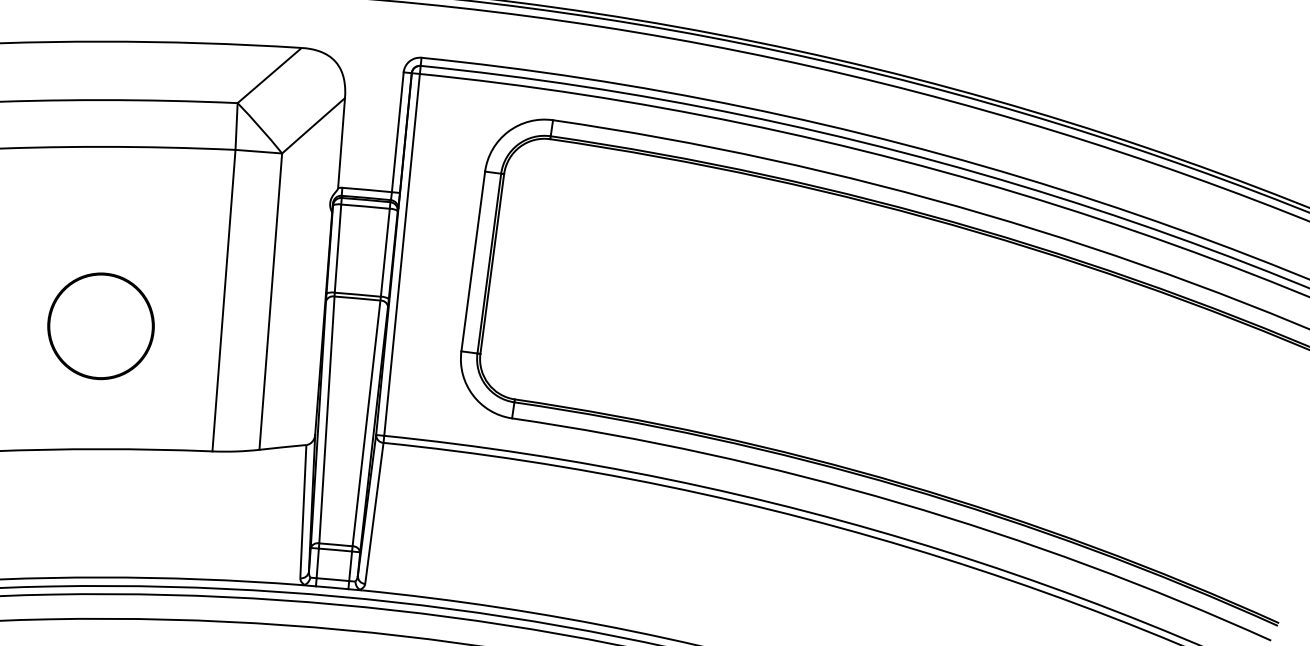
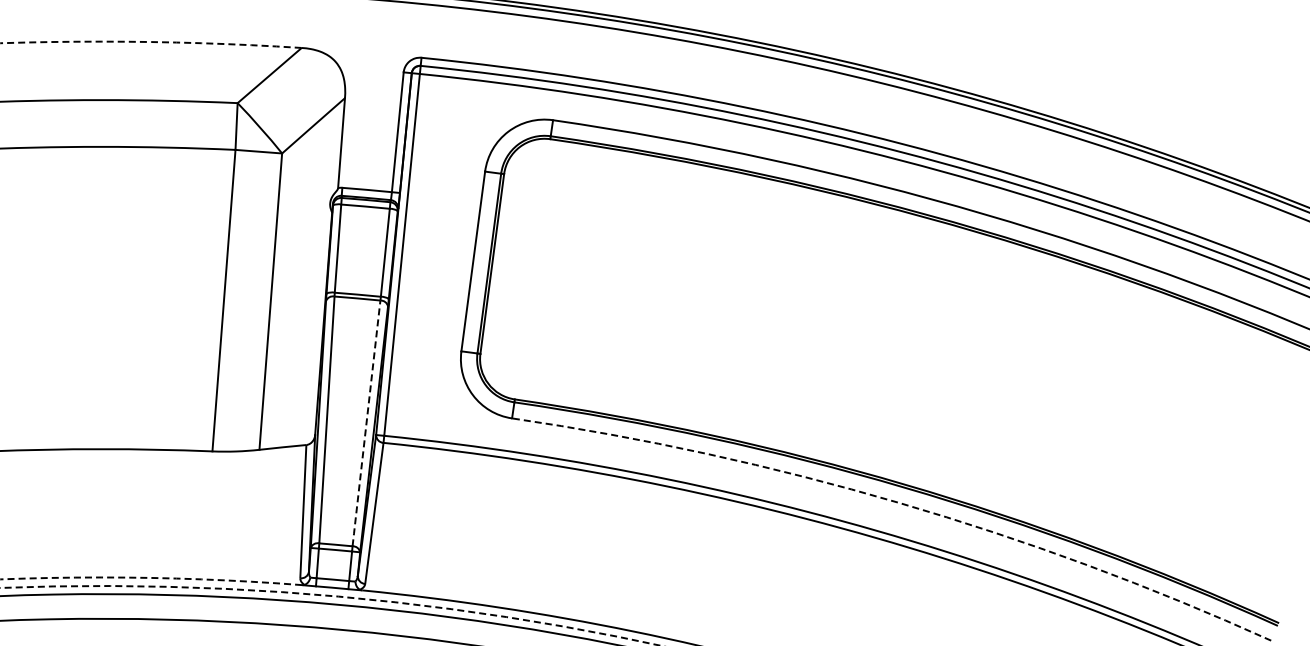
arc at (151, 42): solid -> dashed
part at (100, 326): present -> none
line at (366, 424): solid -> dashed
arc at (899, 502): solid -> dashed
arc at (151, 577): solid -> dashed
arc at (334, 596): solid -> dashed
